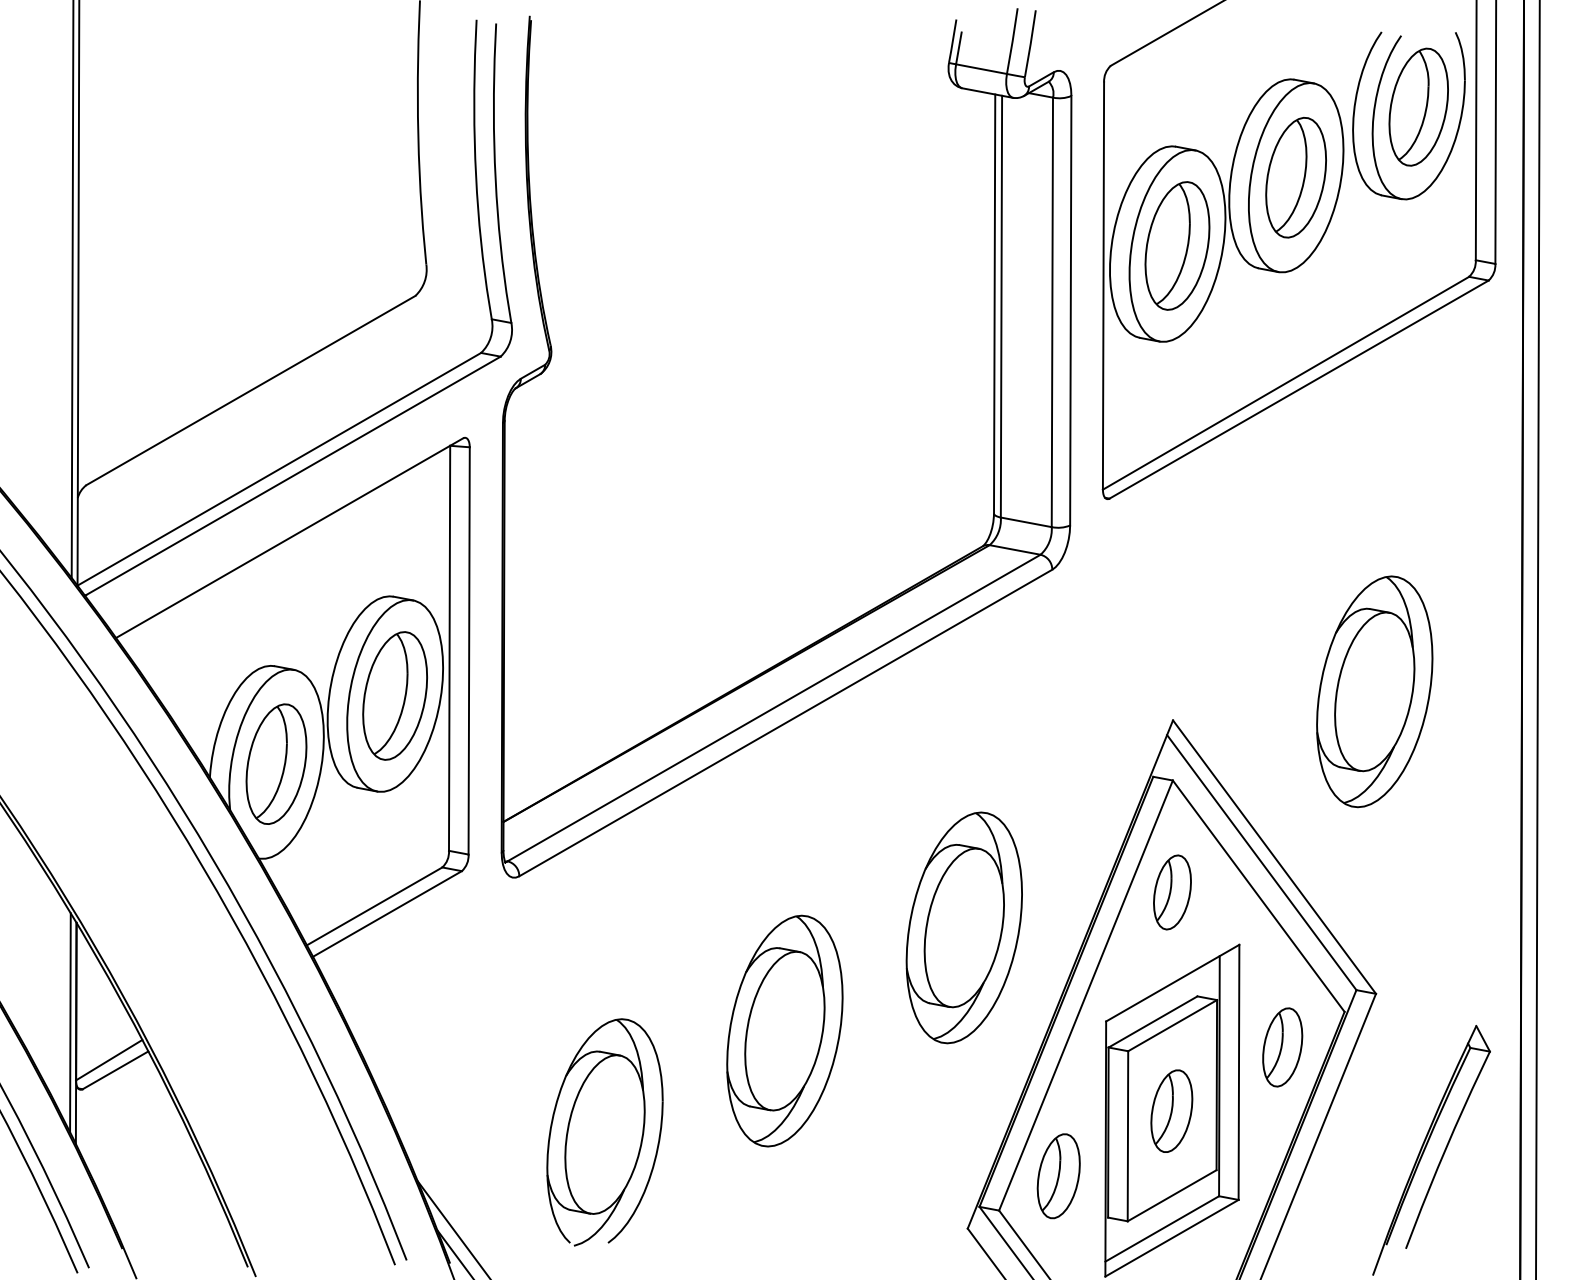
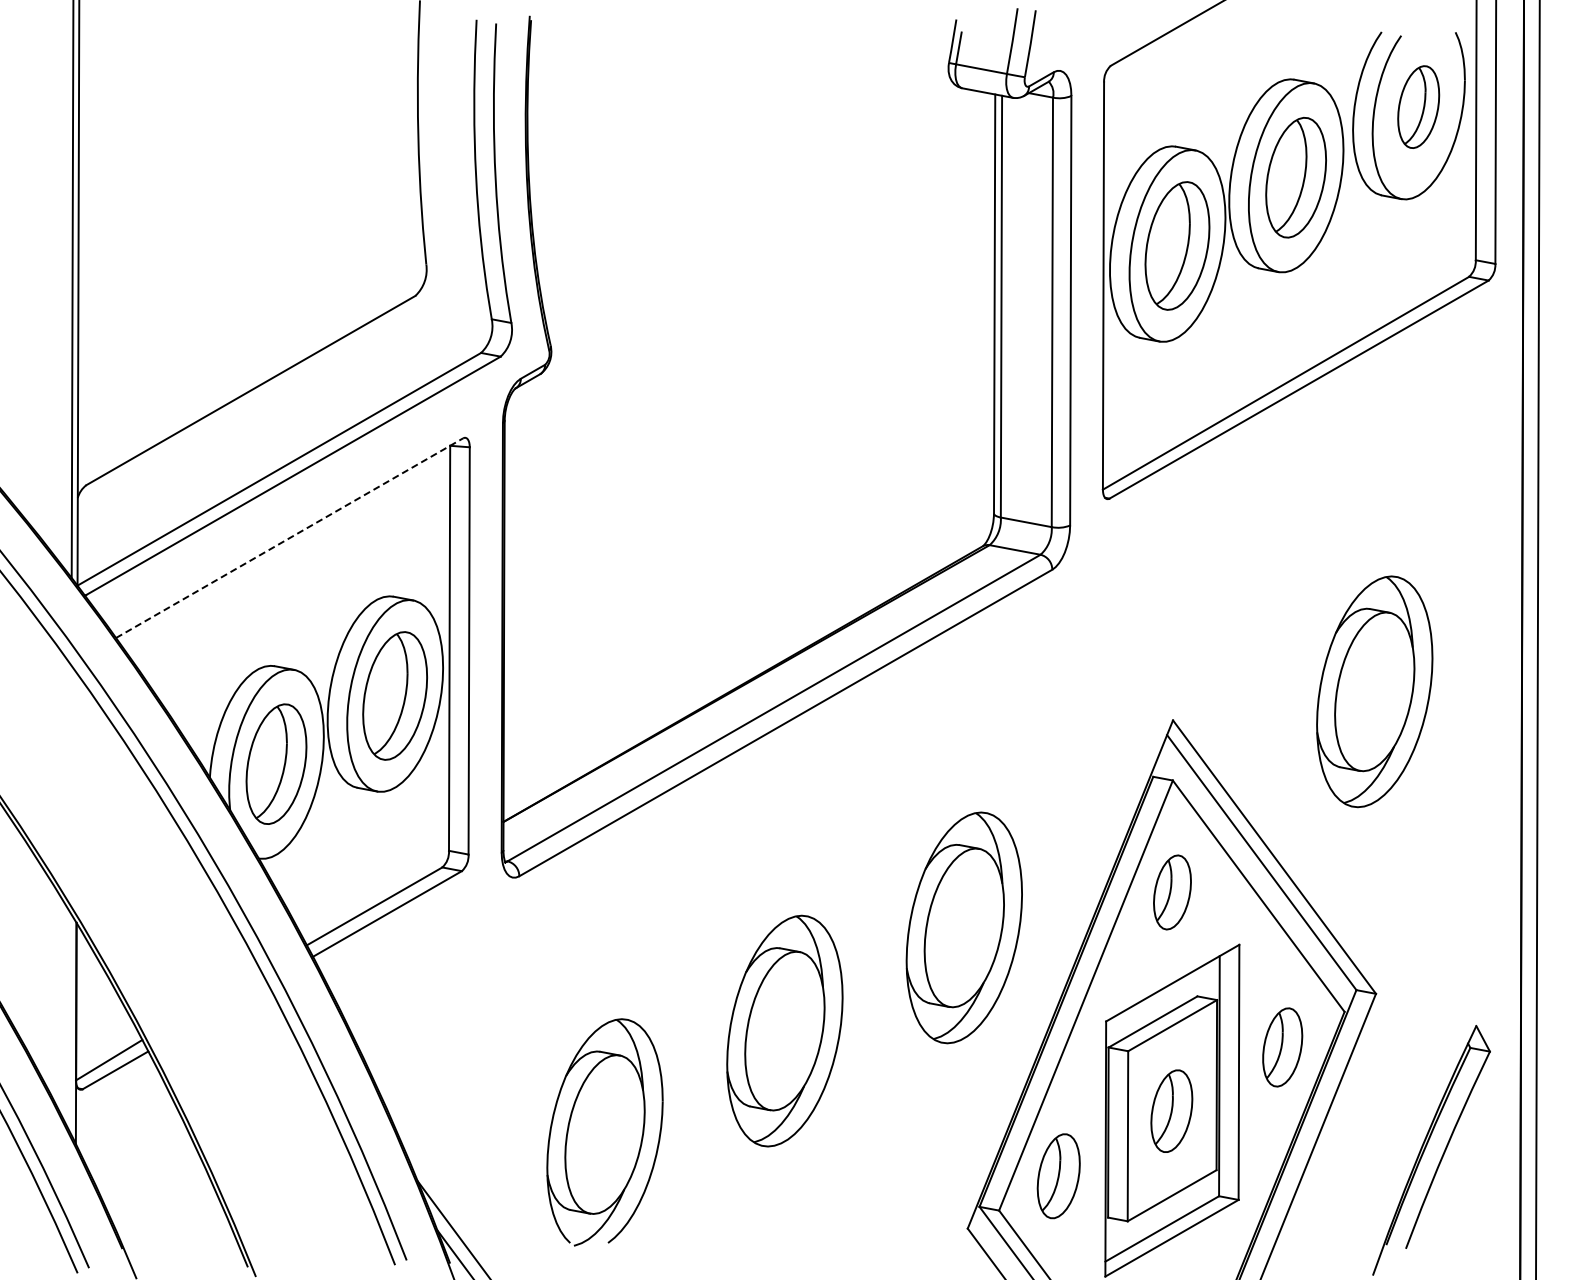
part at (1418, 106) size: 61x120 px -> 44x84 px
line at (290, 537): solid -> dashed
line at (70, 1022): present -> none
